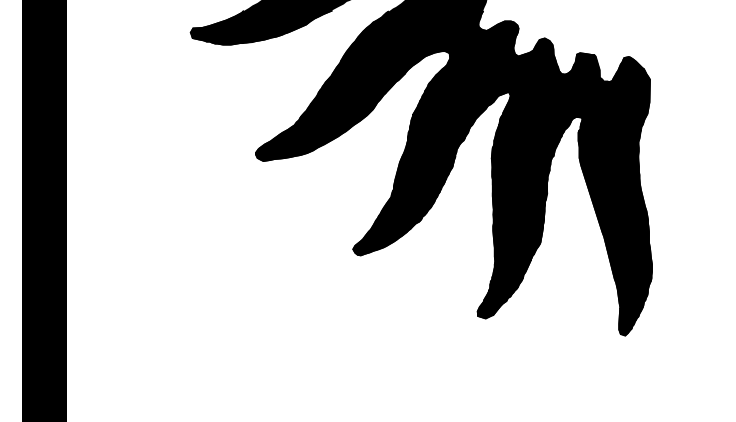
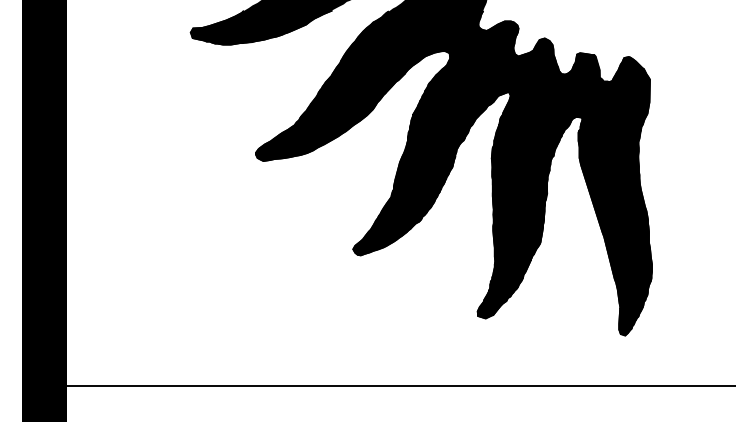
line at (388, 386): none -> present
